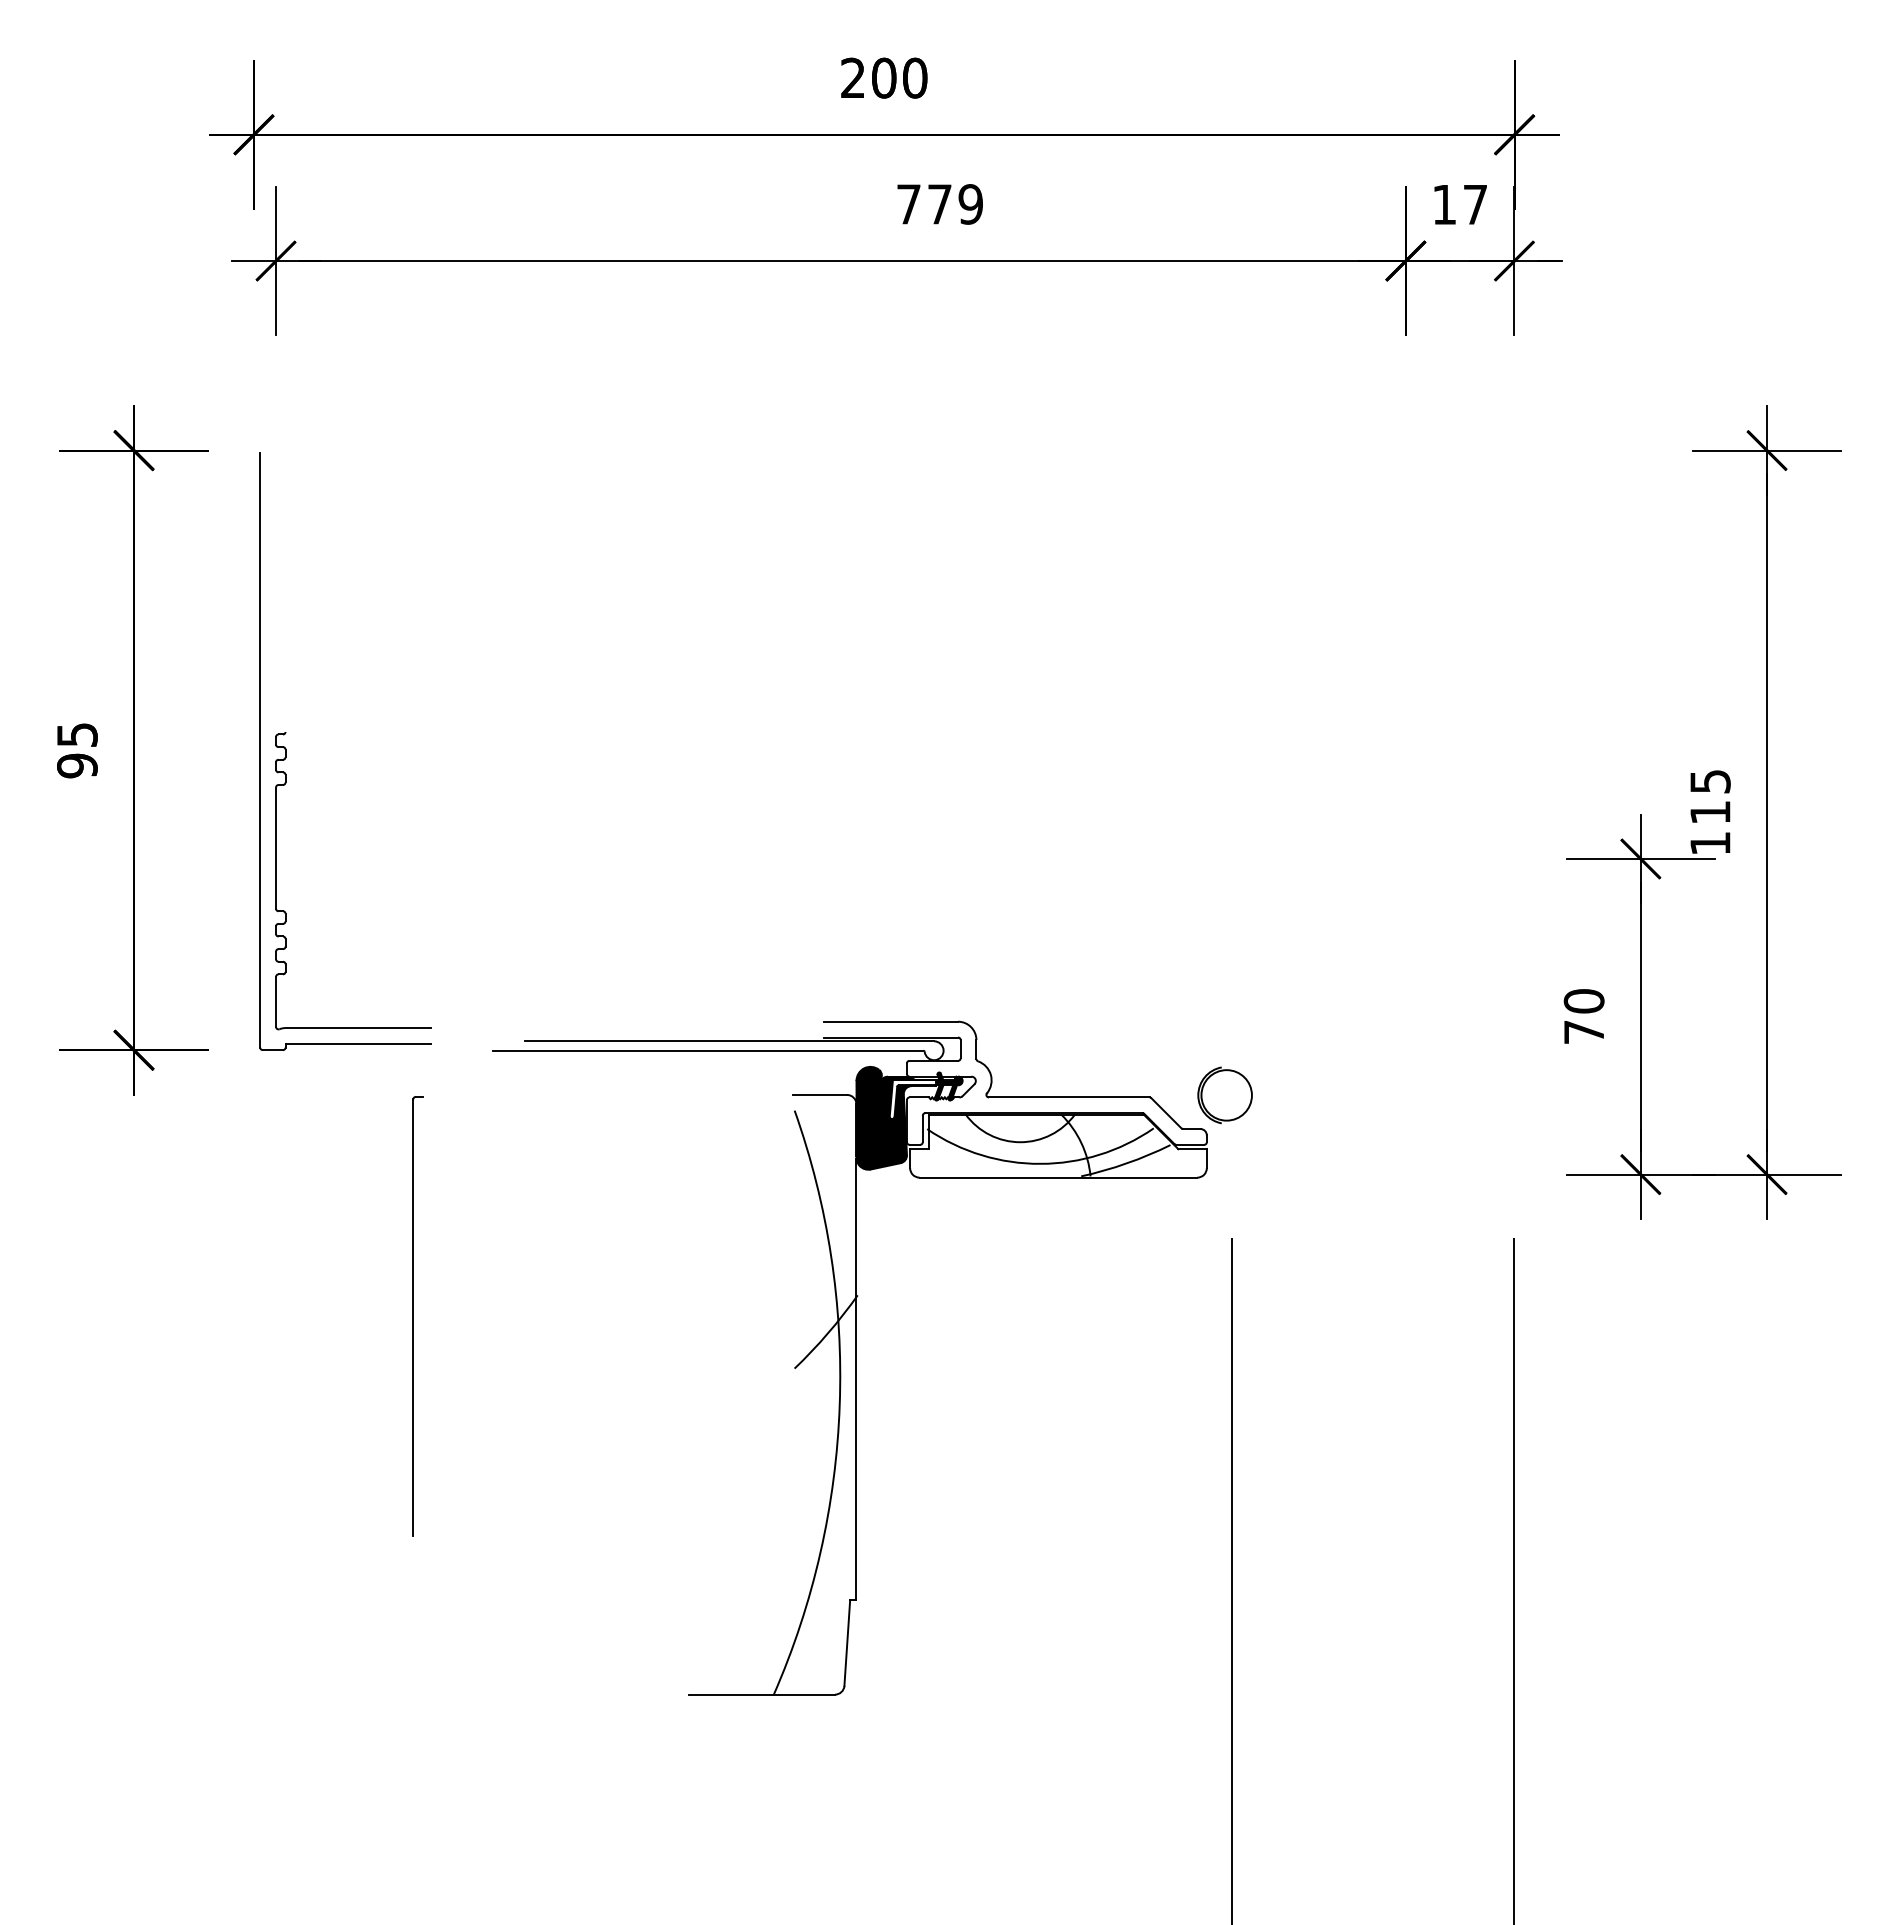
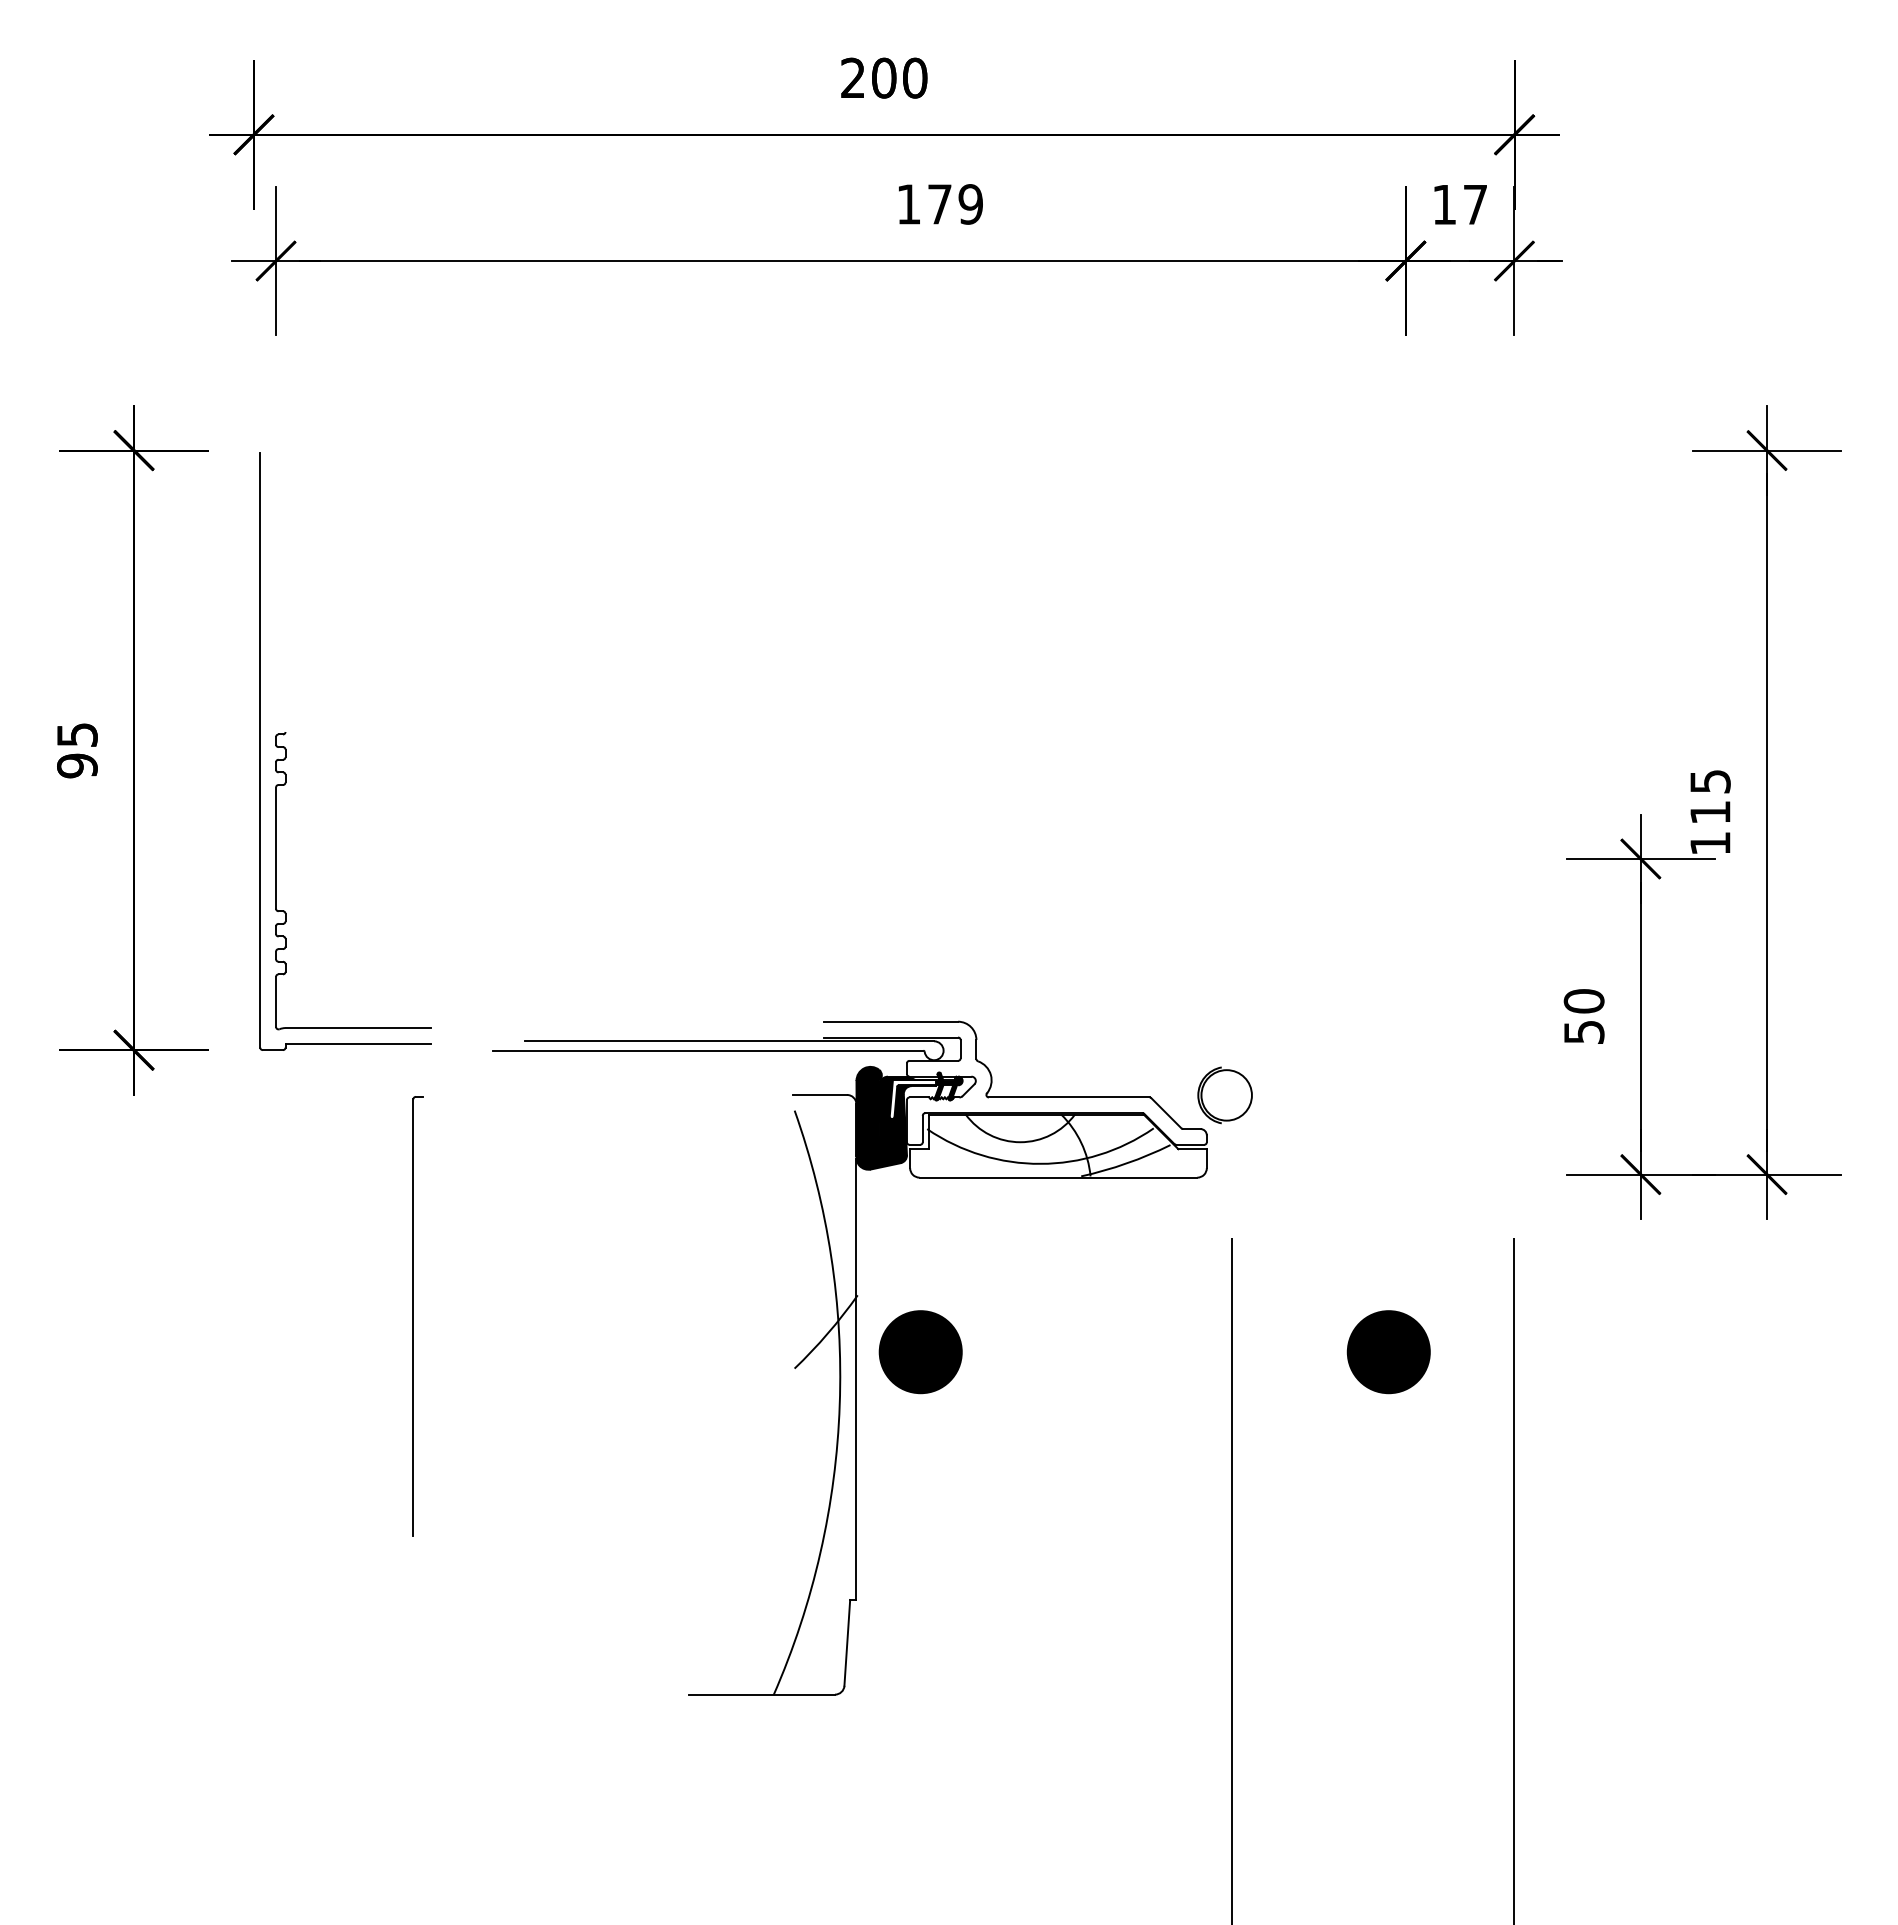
text at (908, 204): 779 -> 179
text at (1584, 1032): 70 -> 50
part at (920, 1352): none -> present
part at (1388, 1352): none -> present
